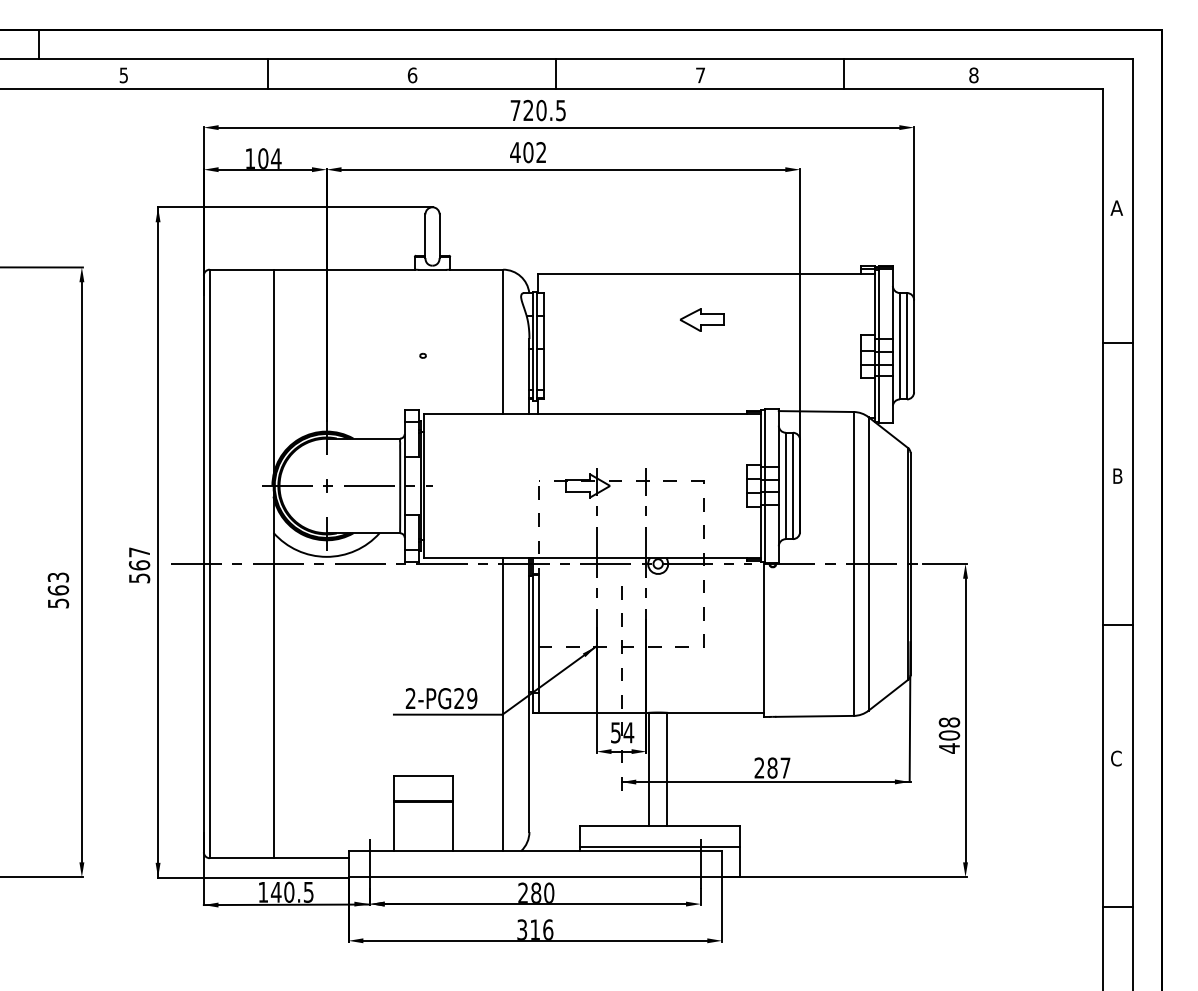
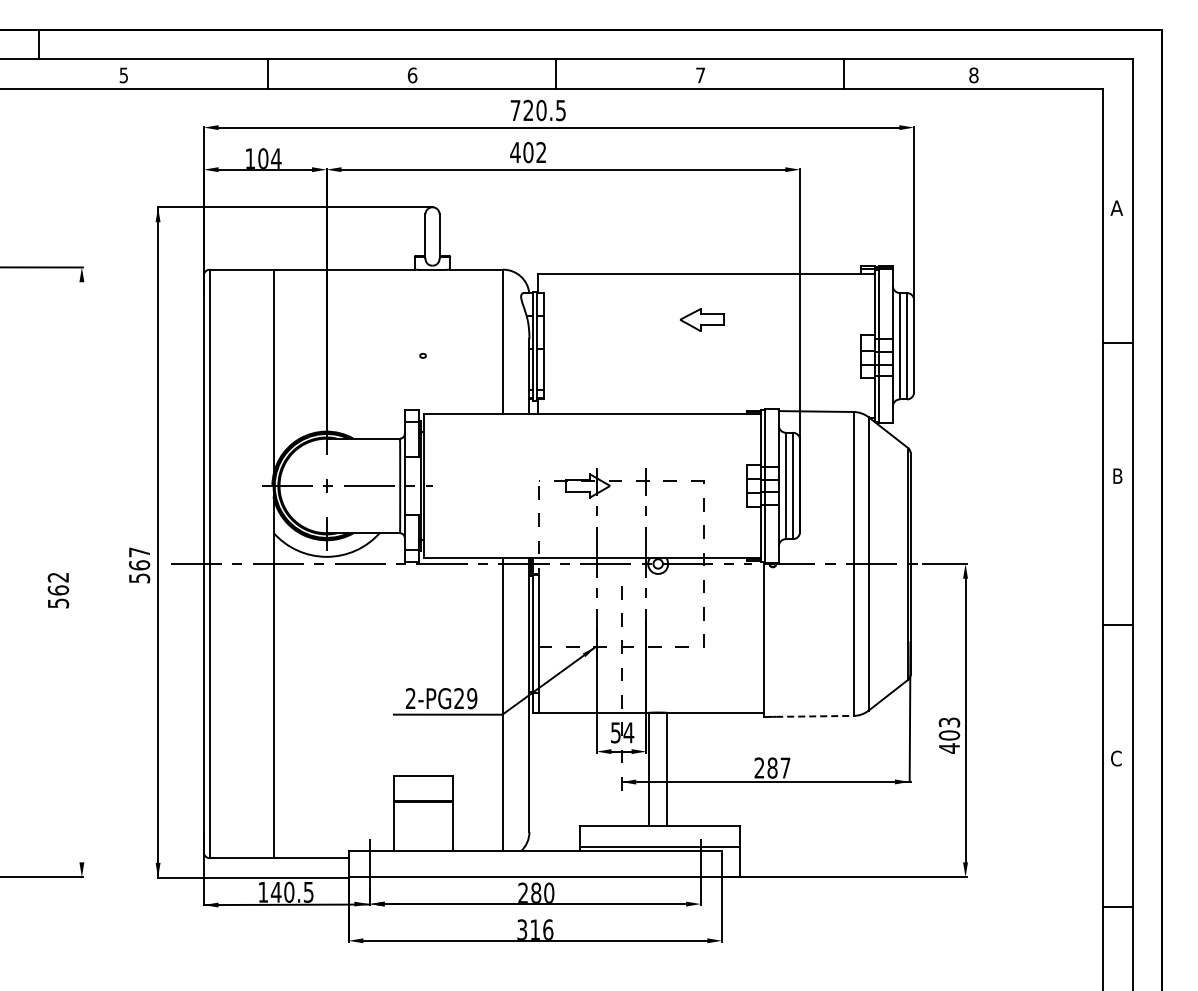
line at (81, 572): present -> none
text at (58, 577): 563 -> 562
line at (814, 716): solid -> dashed
text at (949, 722): 408 -> 403
